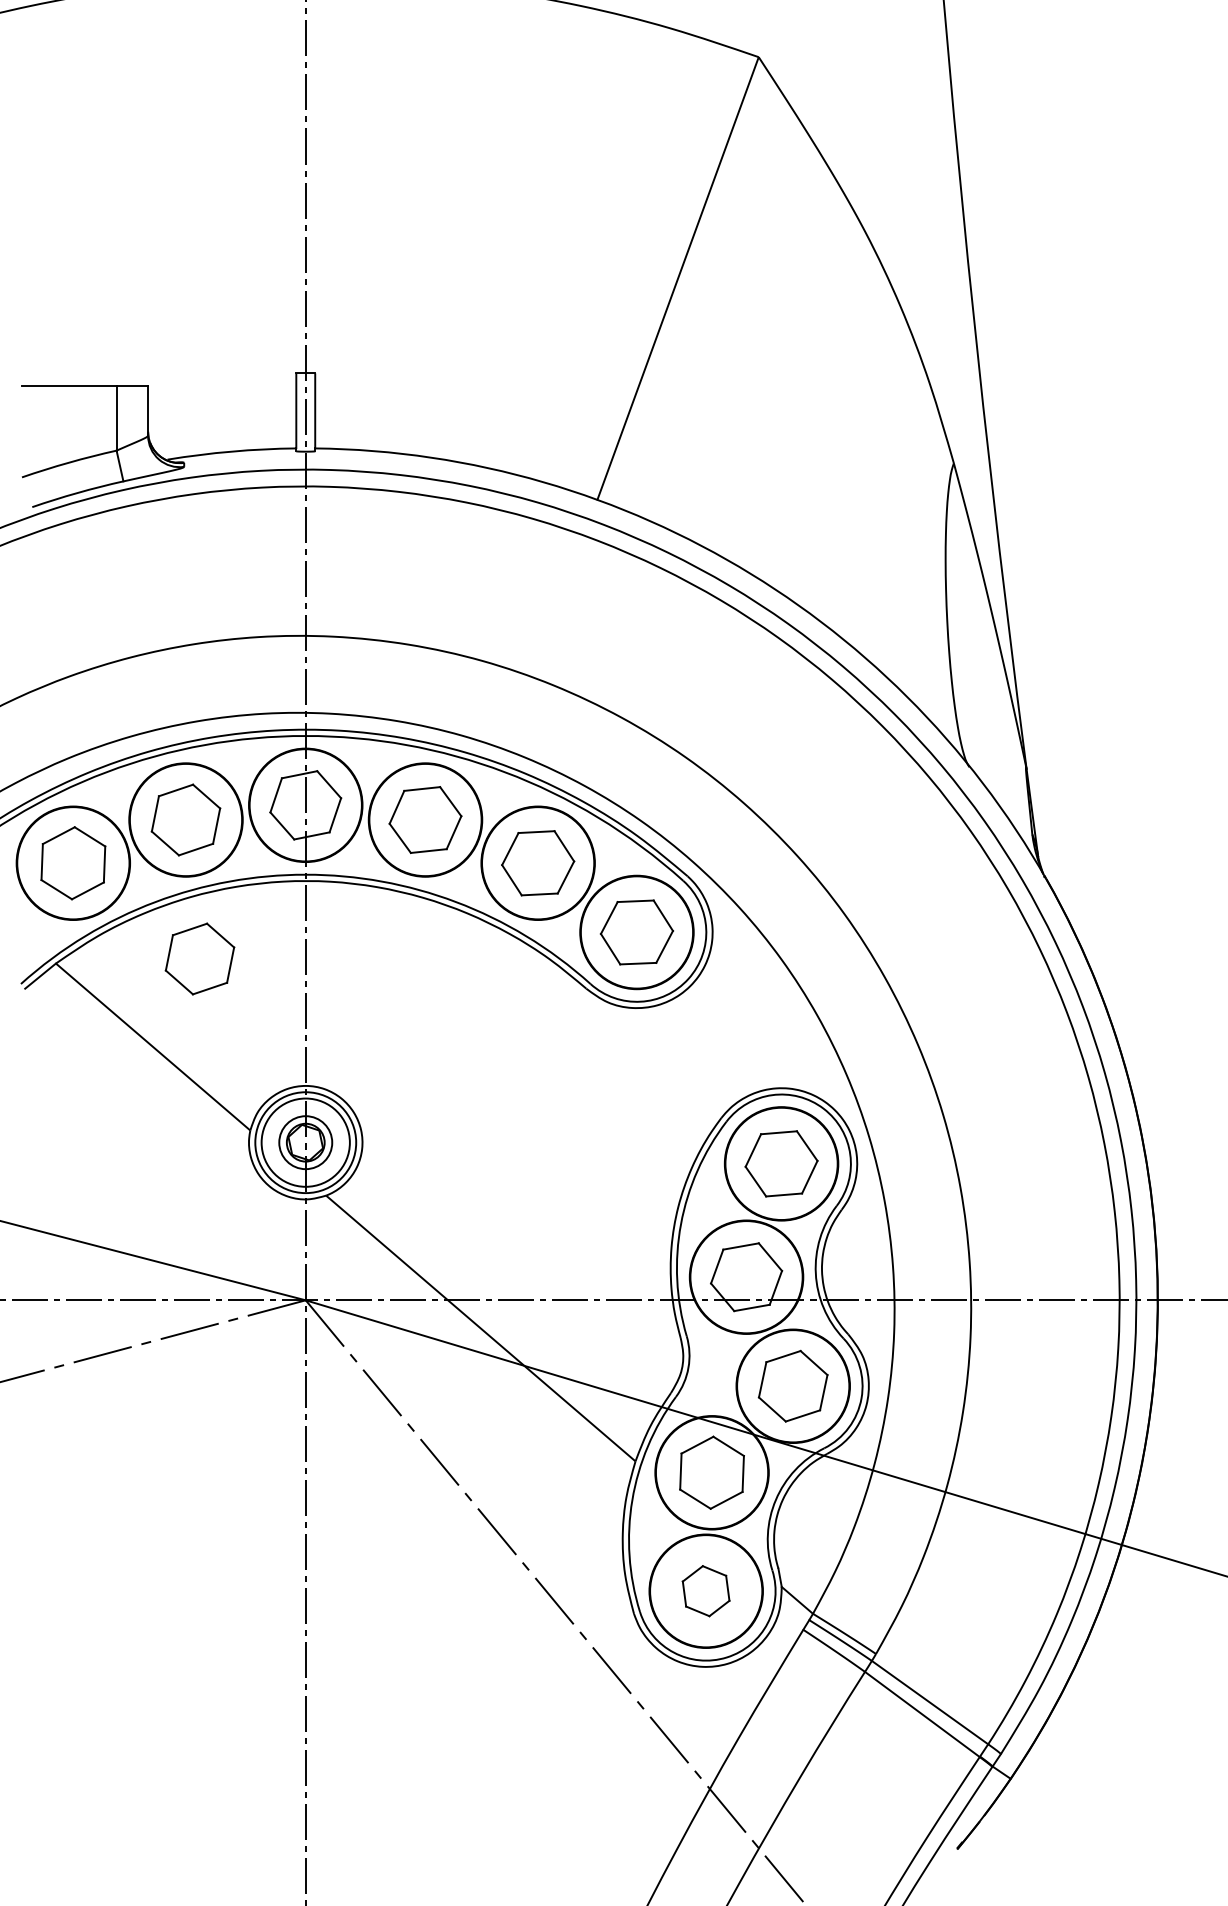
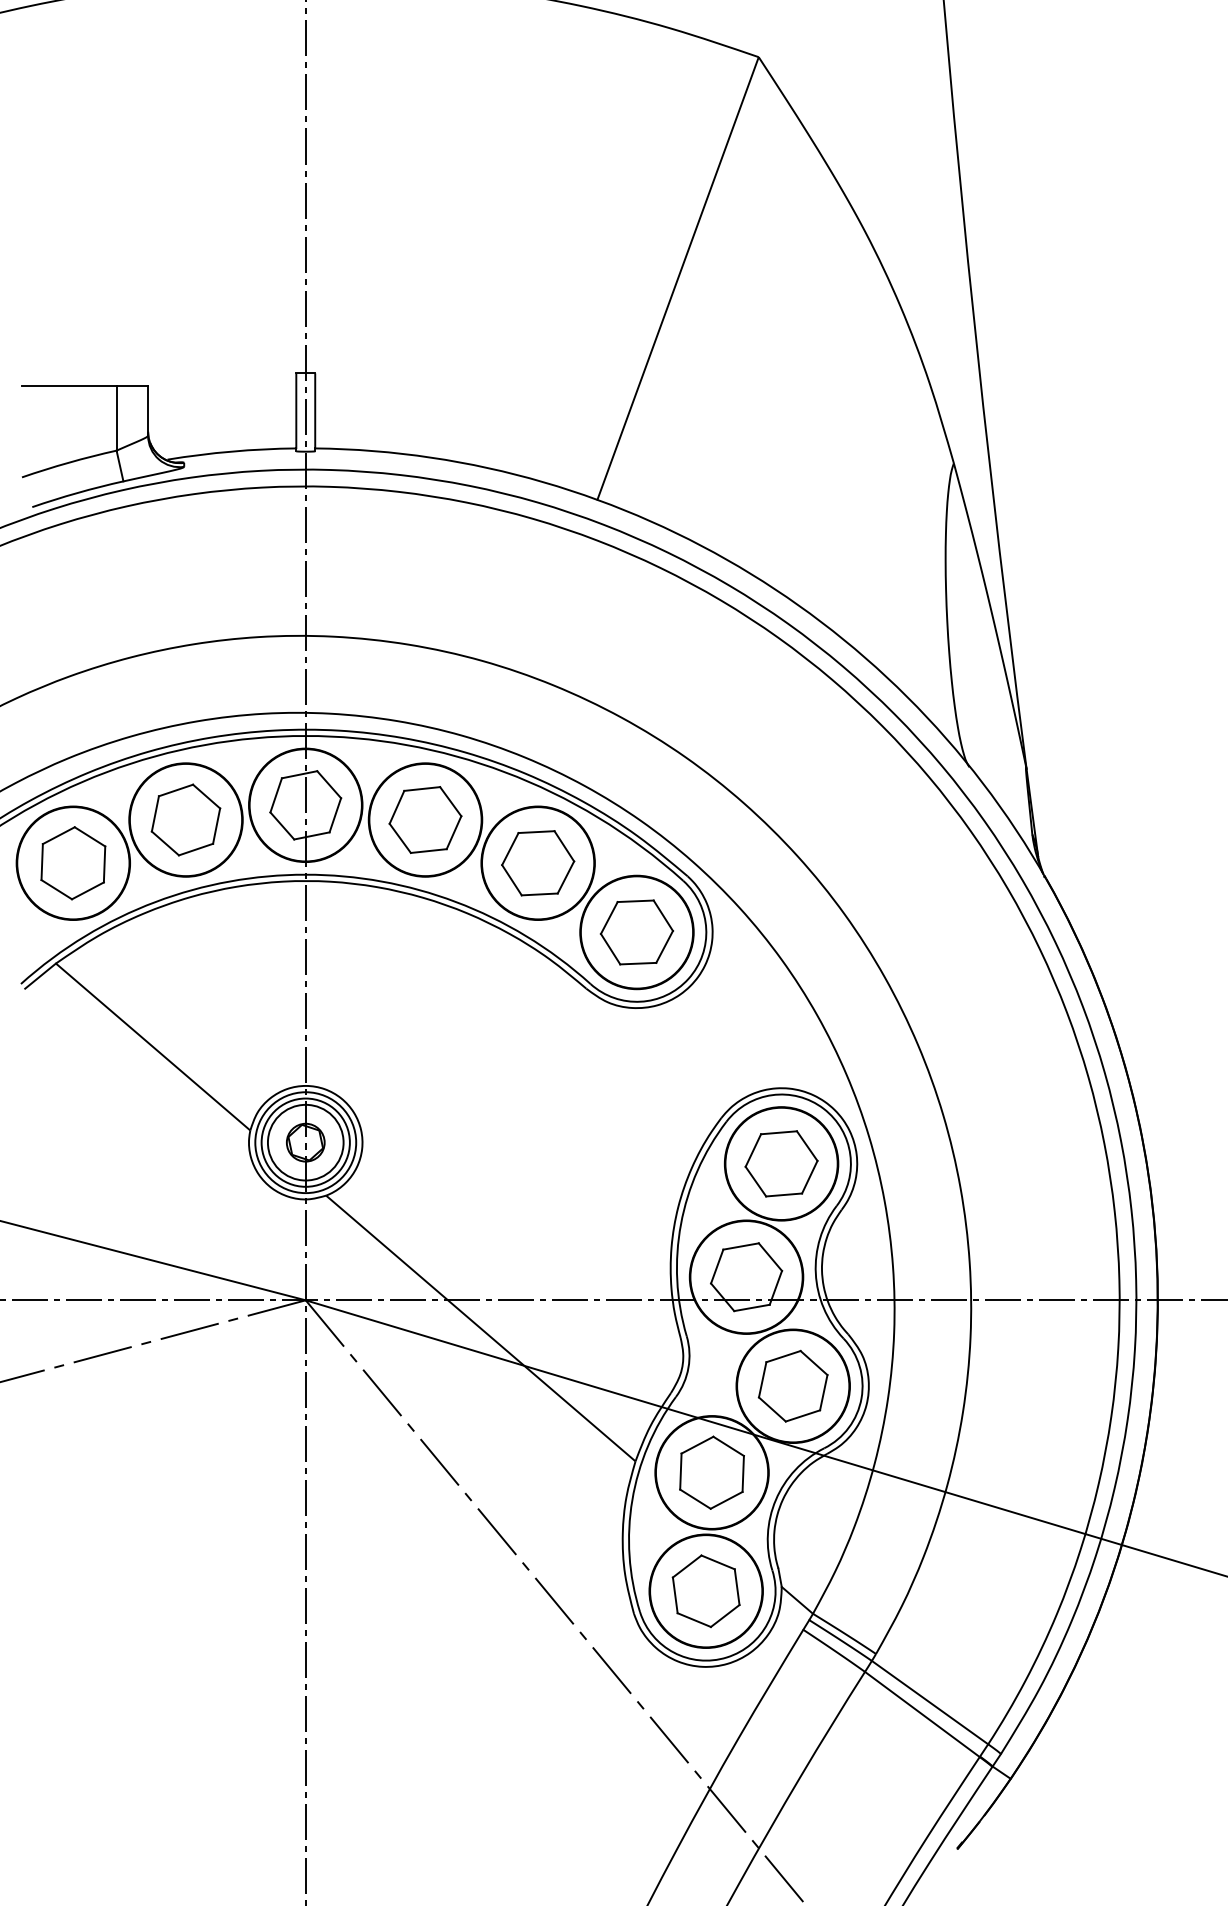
part at (199, 958): present -> none
circle at (305, 1142) diameter: 53 px -> 76 px
part at (705, 1591) size: 50x53 px -> 70x74 px
